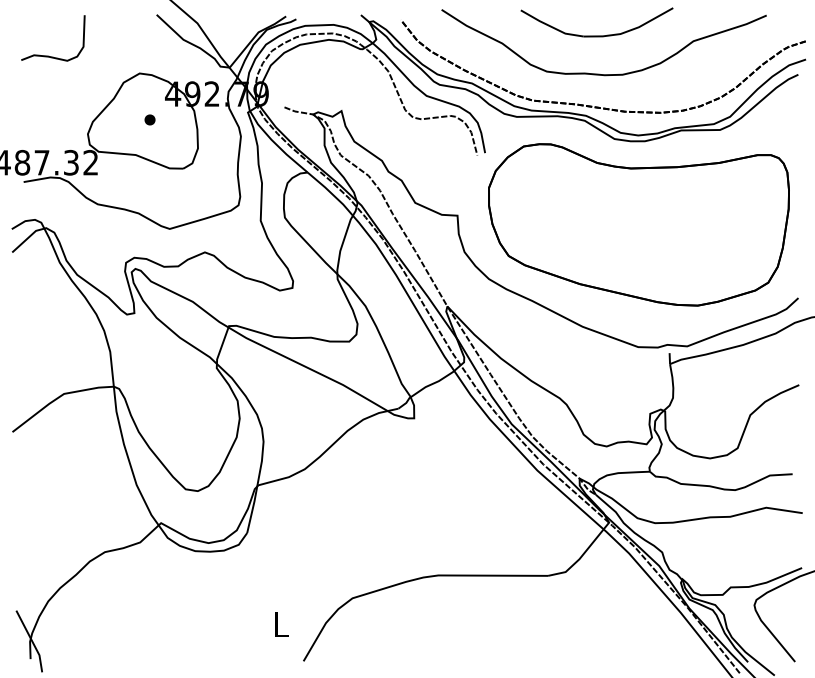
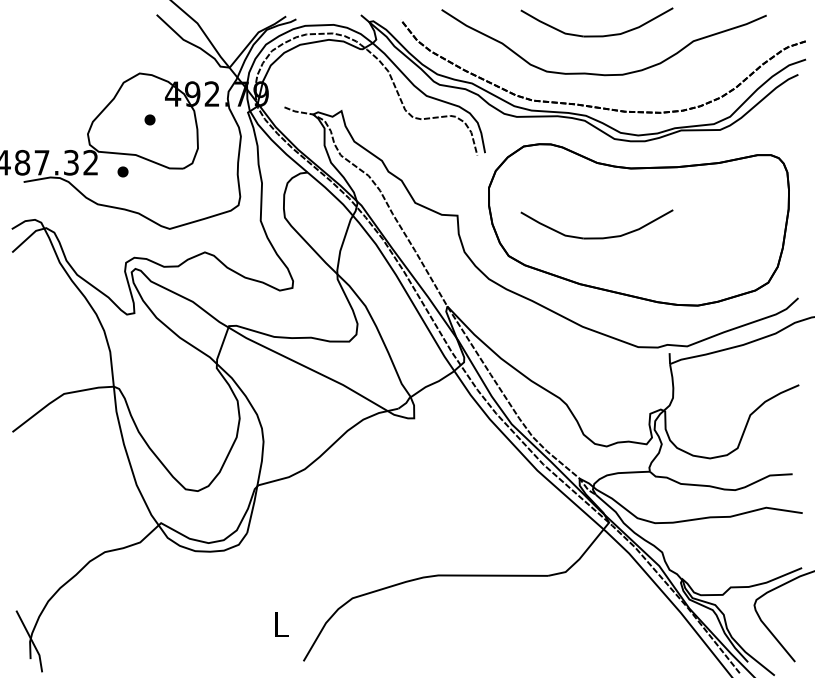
curve at (48, 55): present -> none
part at (122, 171): none -> present
part at (596, 237): none -> present
